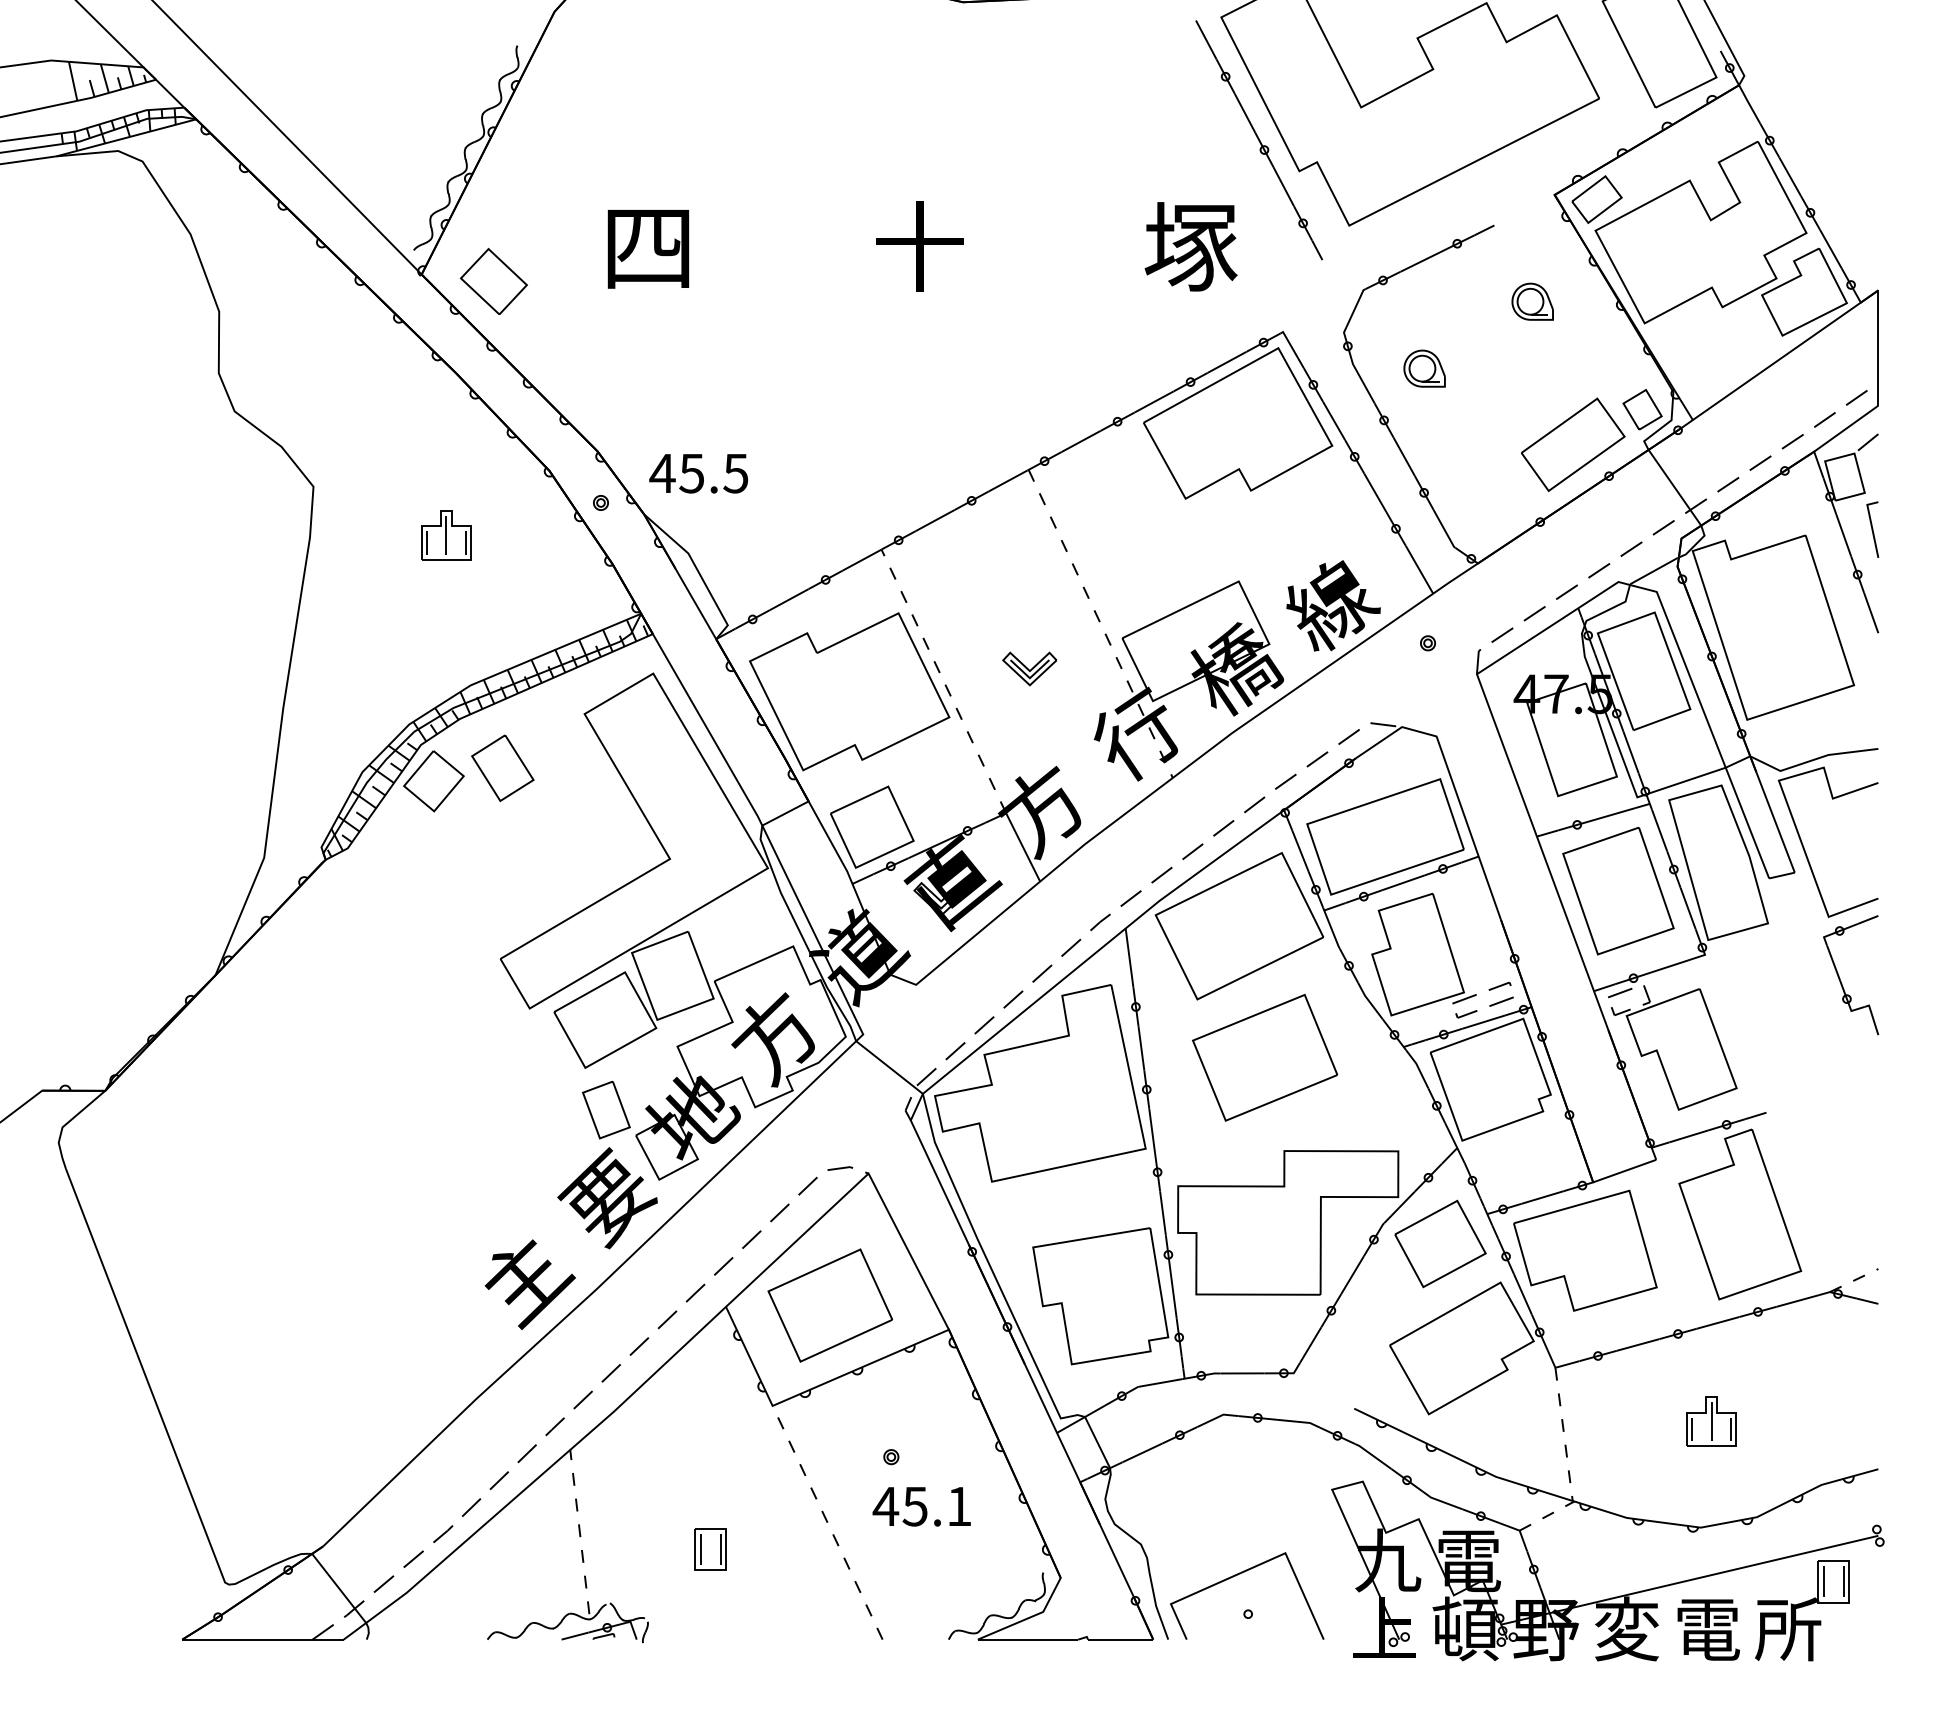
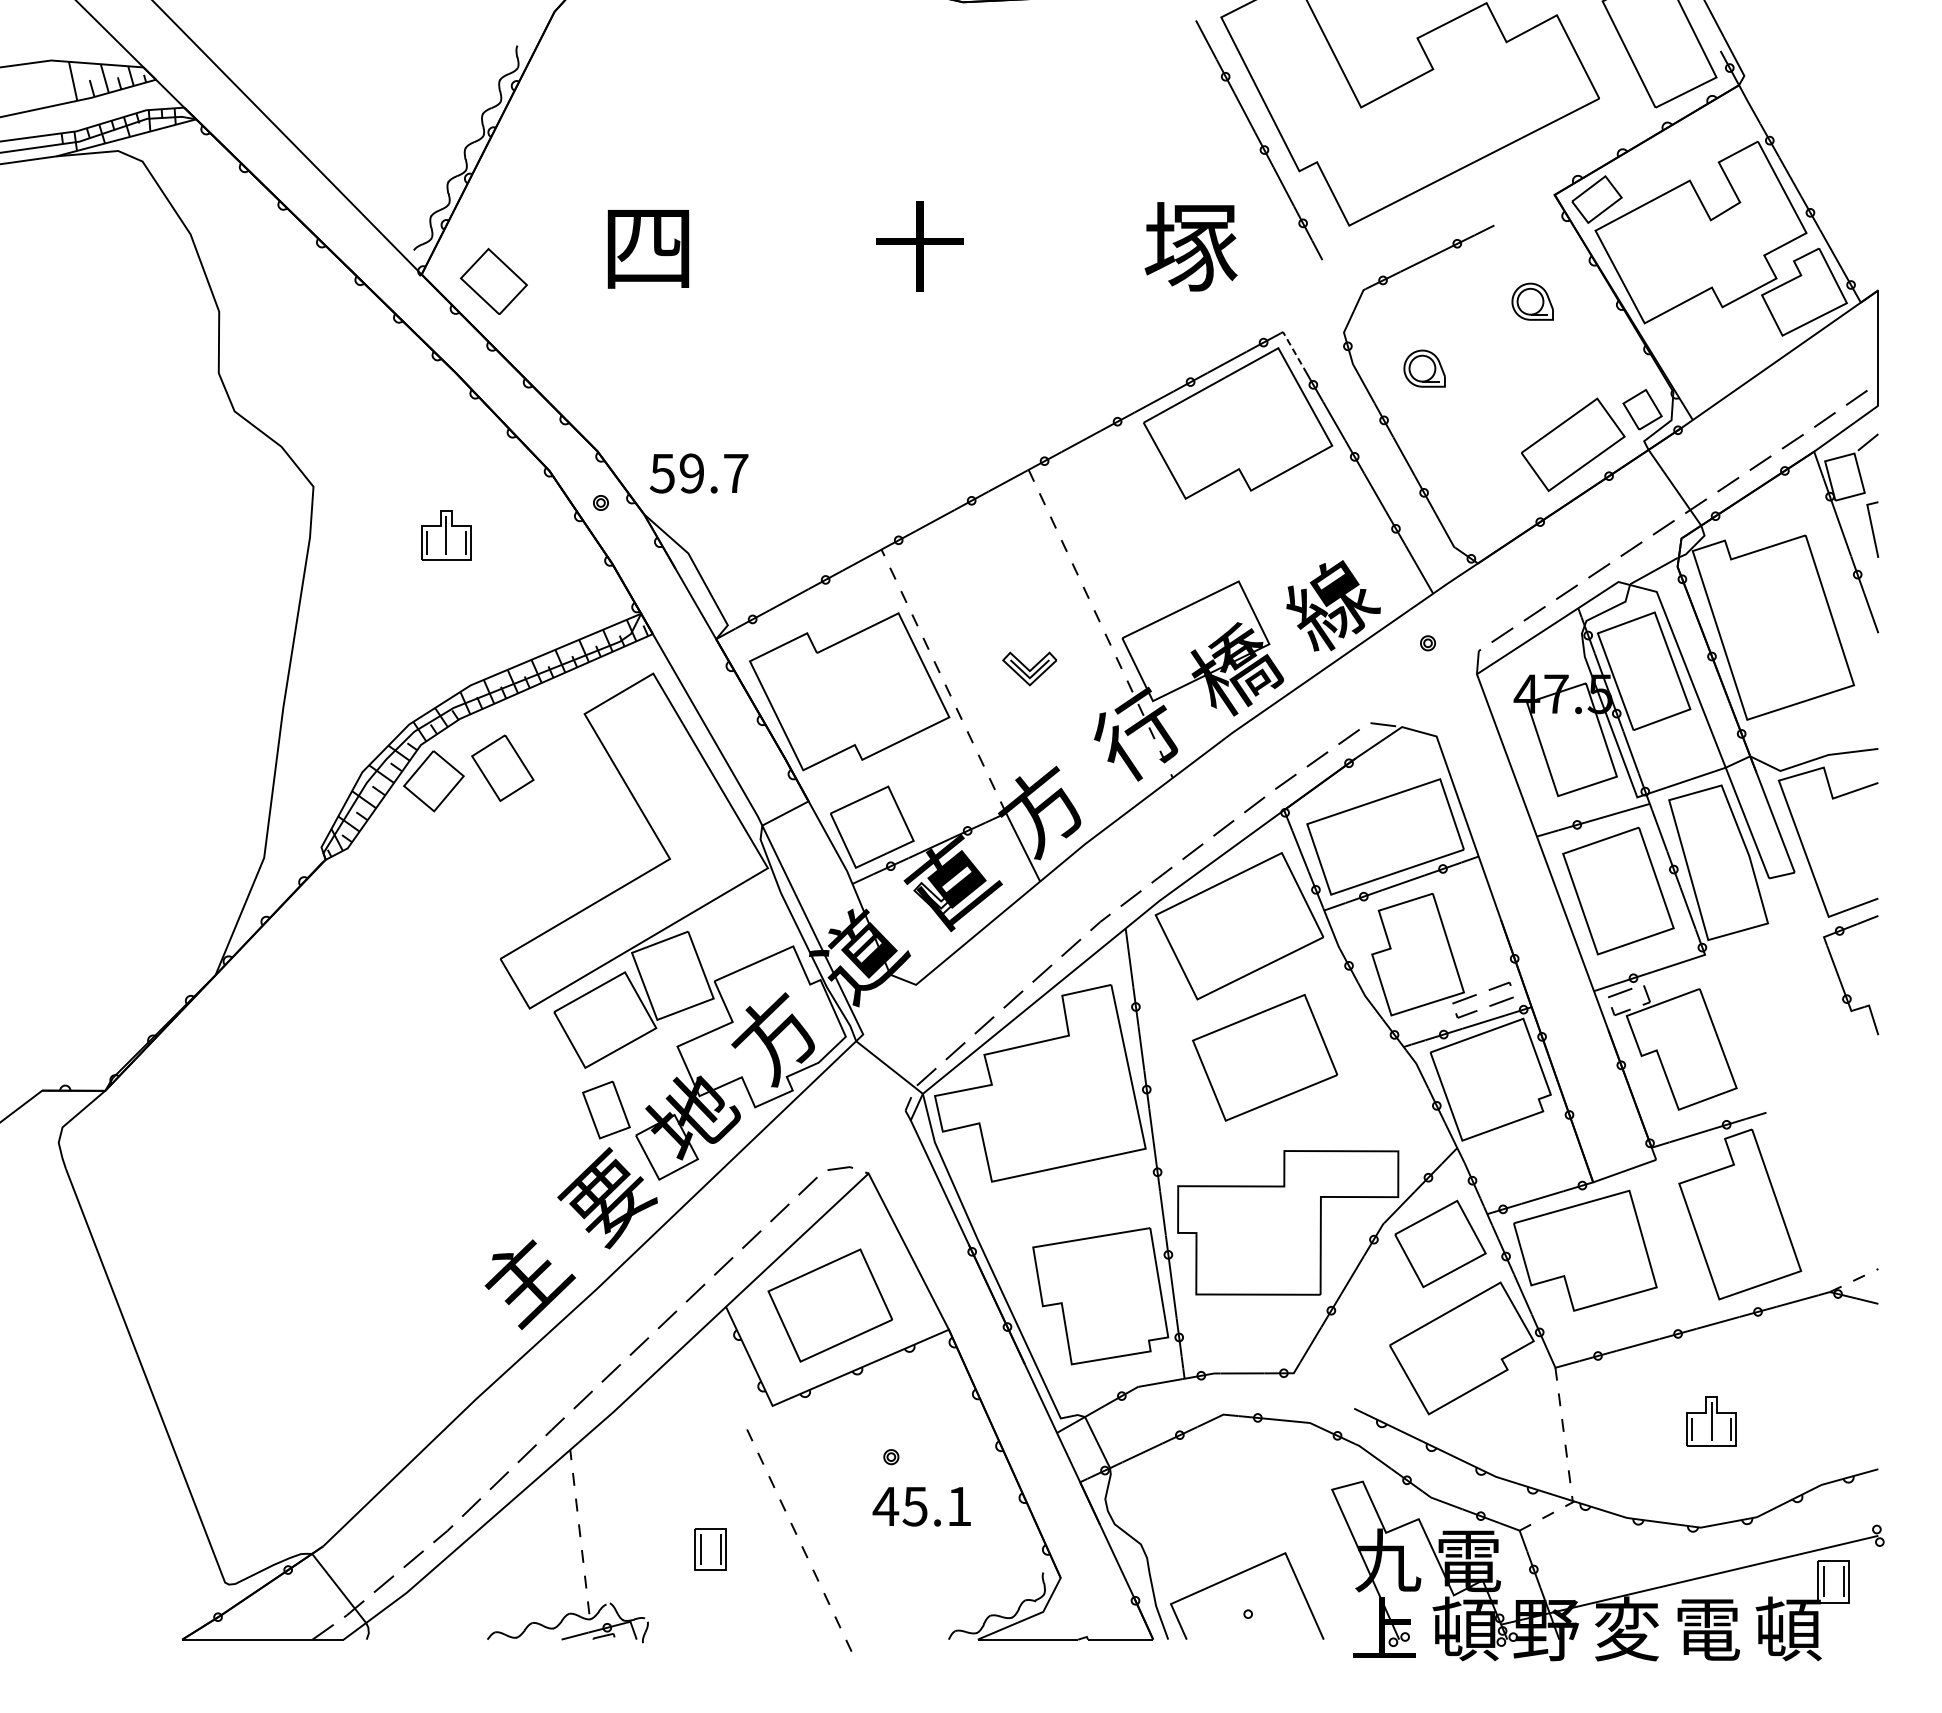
line at (1292, 348): solid -> dashed
text at (698, 473): 45.5 -> 59.7
line at (828, 1522) position: (828, 1522) -> (797, 1534)
text at (1788, 1628): 所 -> 頓
